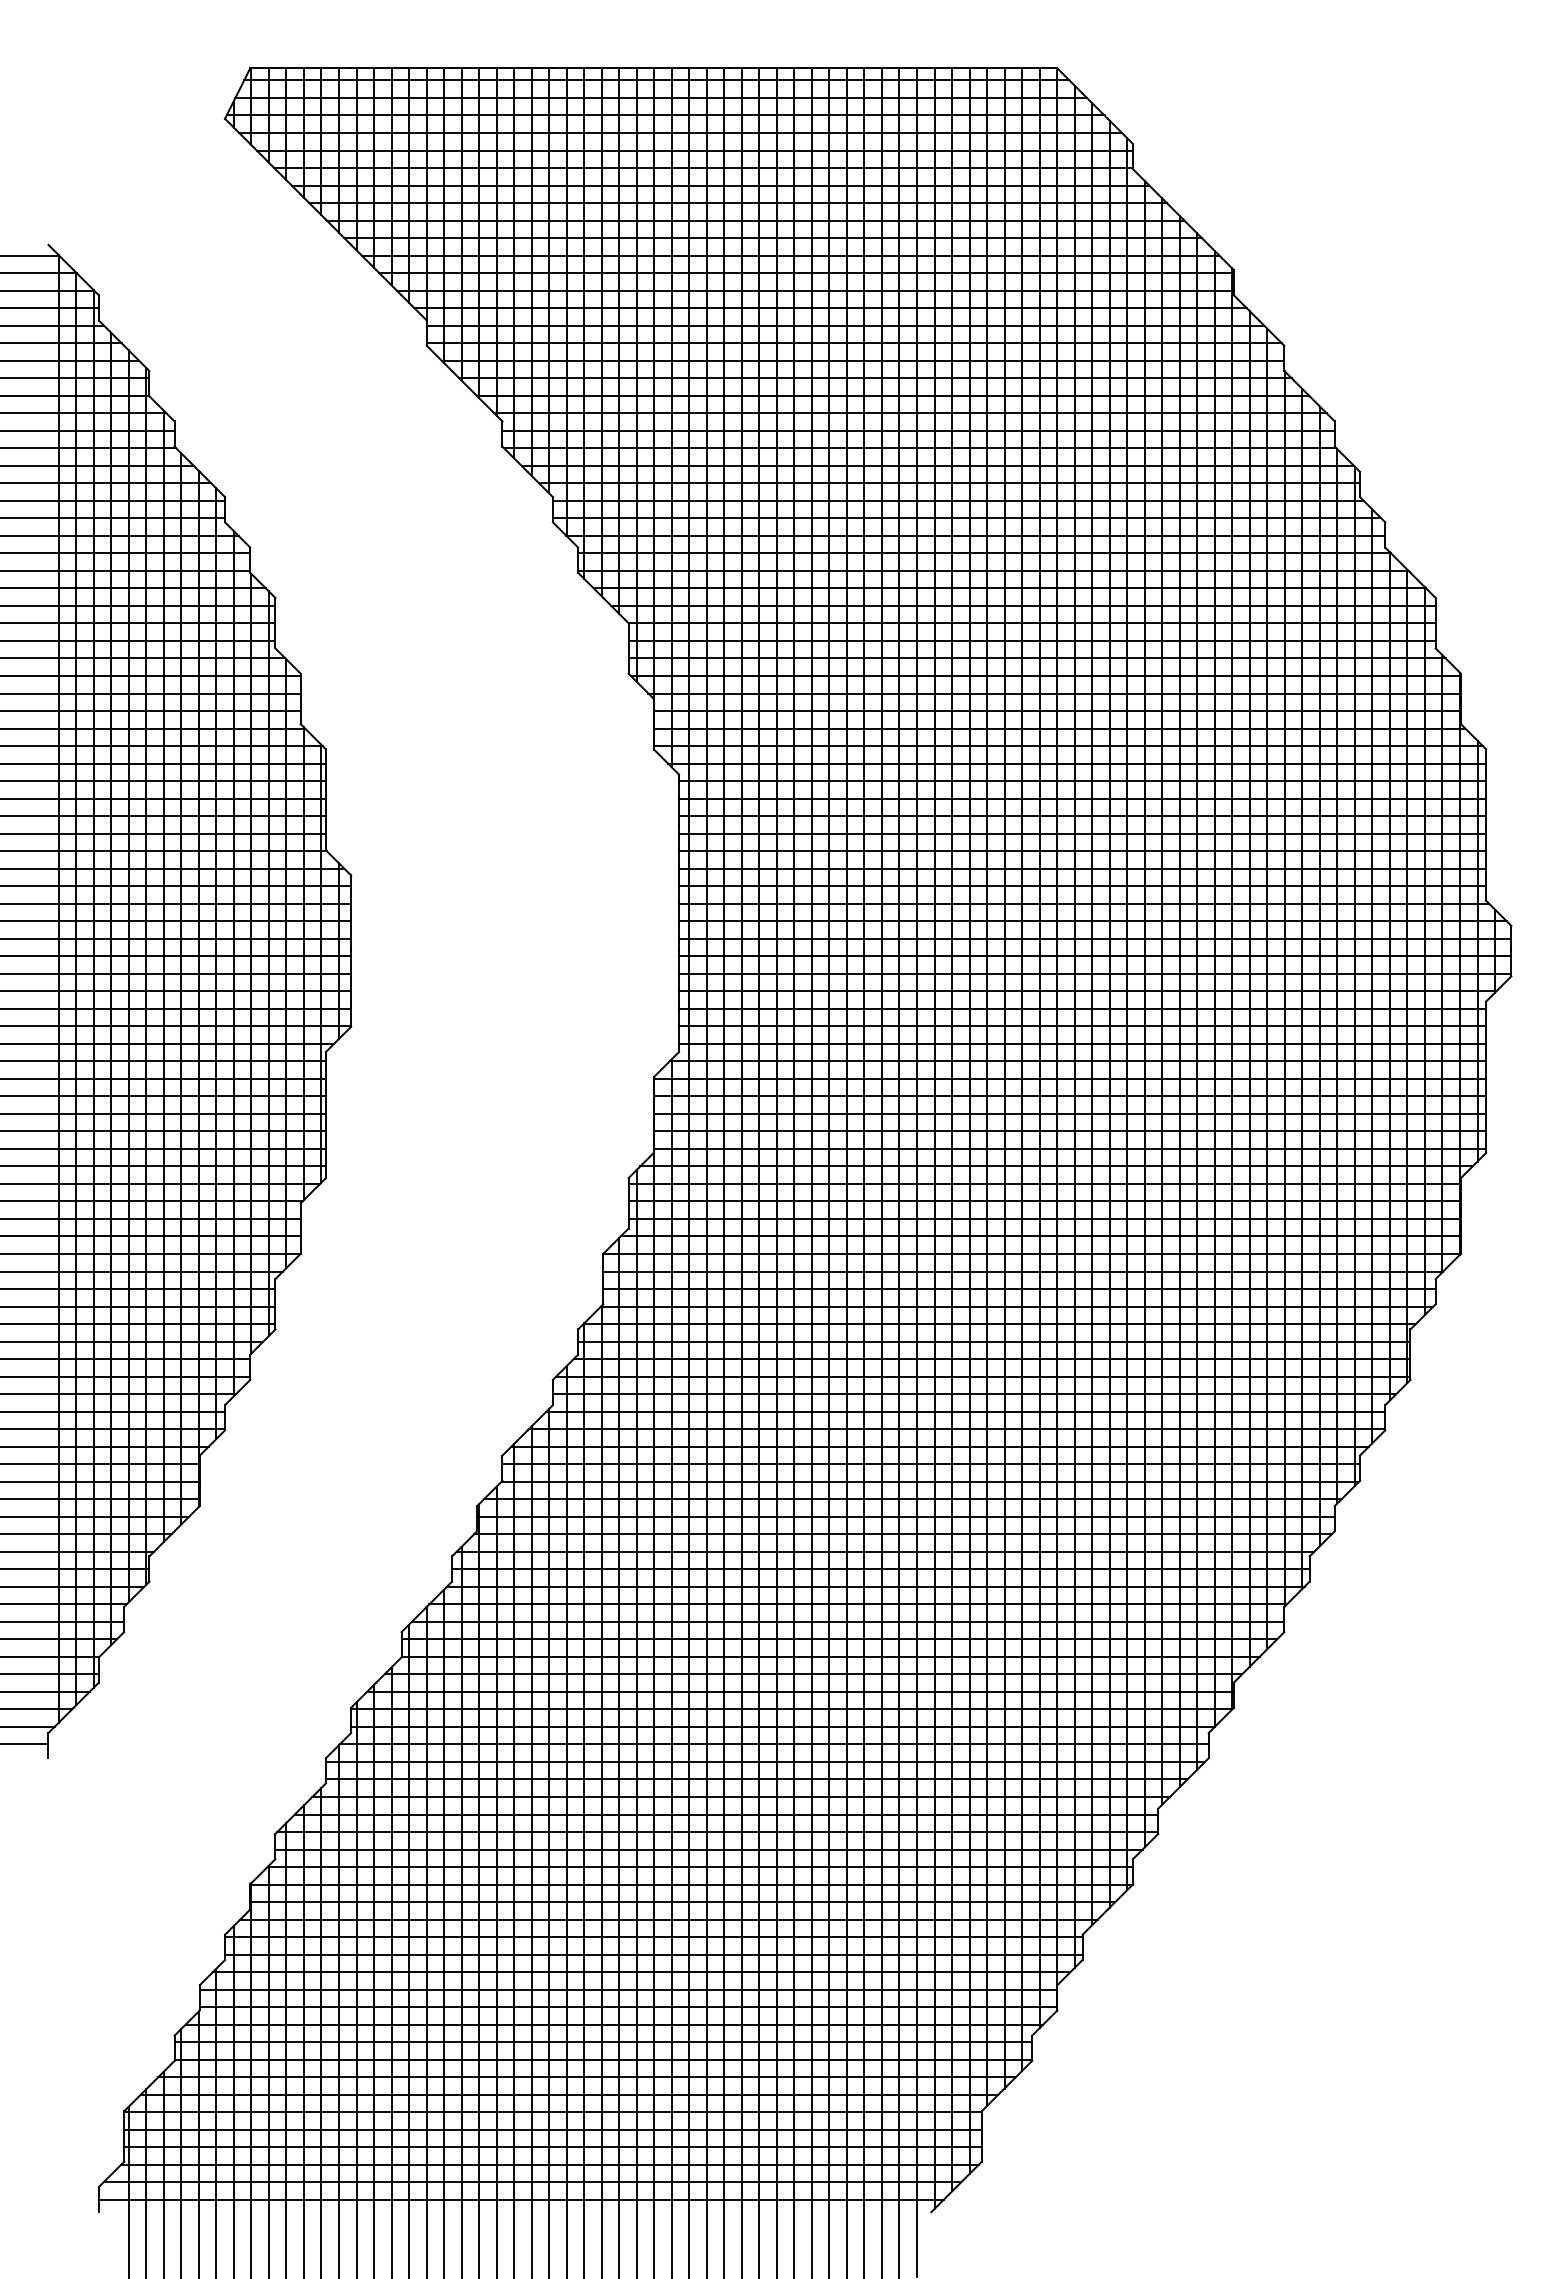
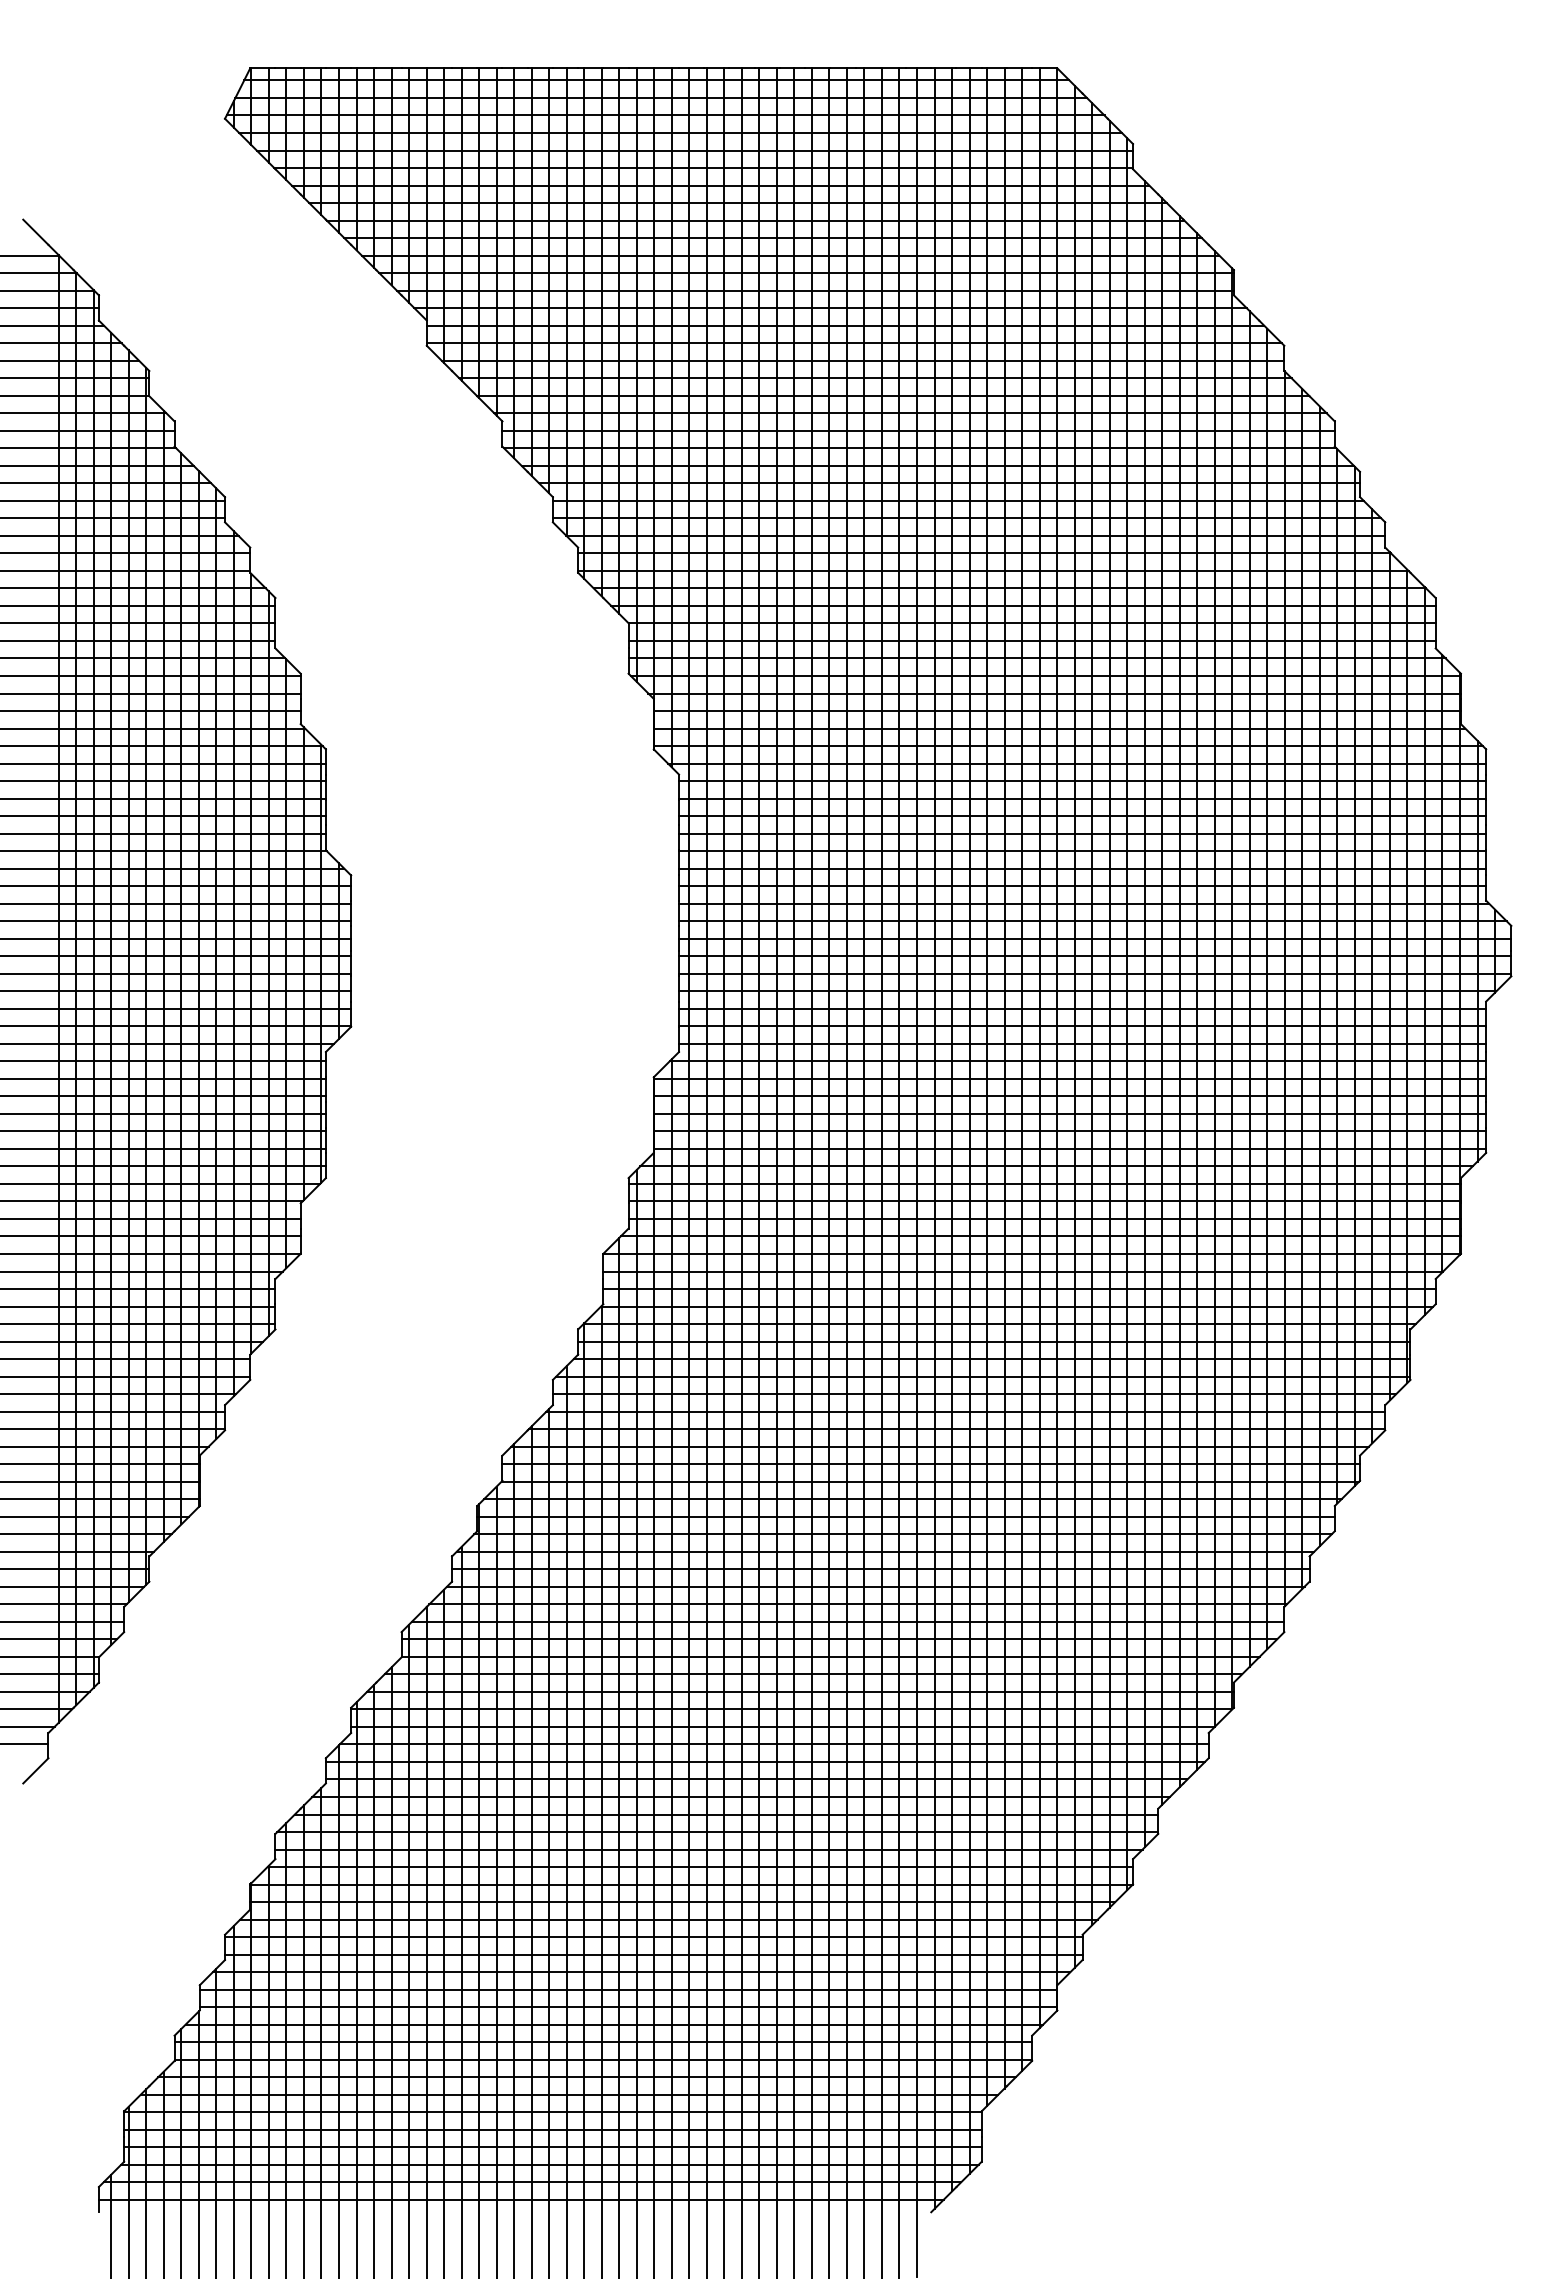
line at (35, 231): none -> present
line at (35, 1770): none -> present
line at (111, 2224): none -> present
